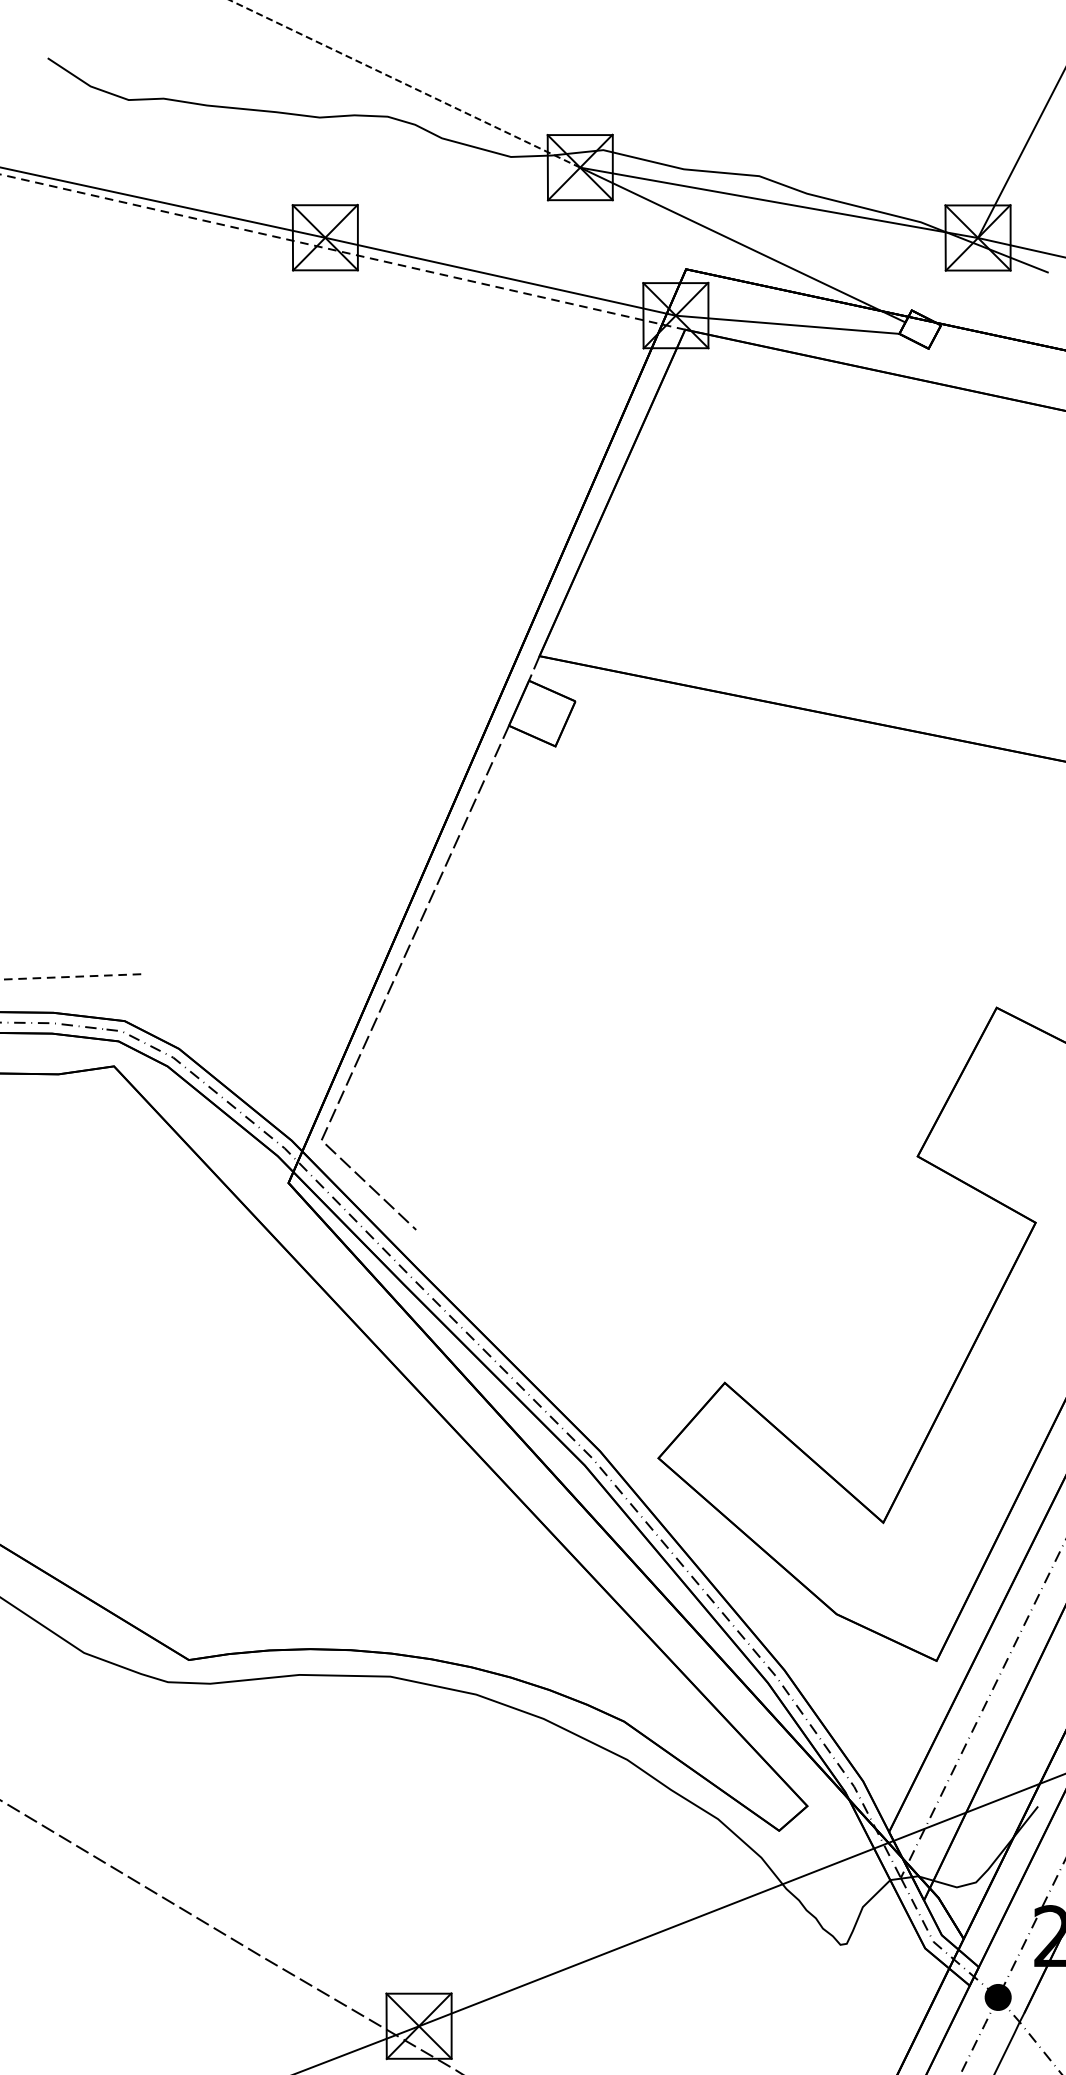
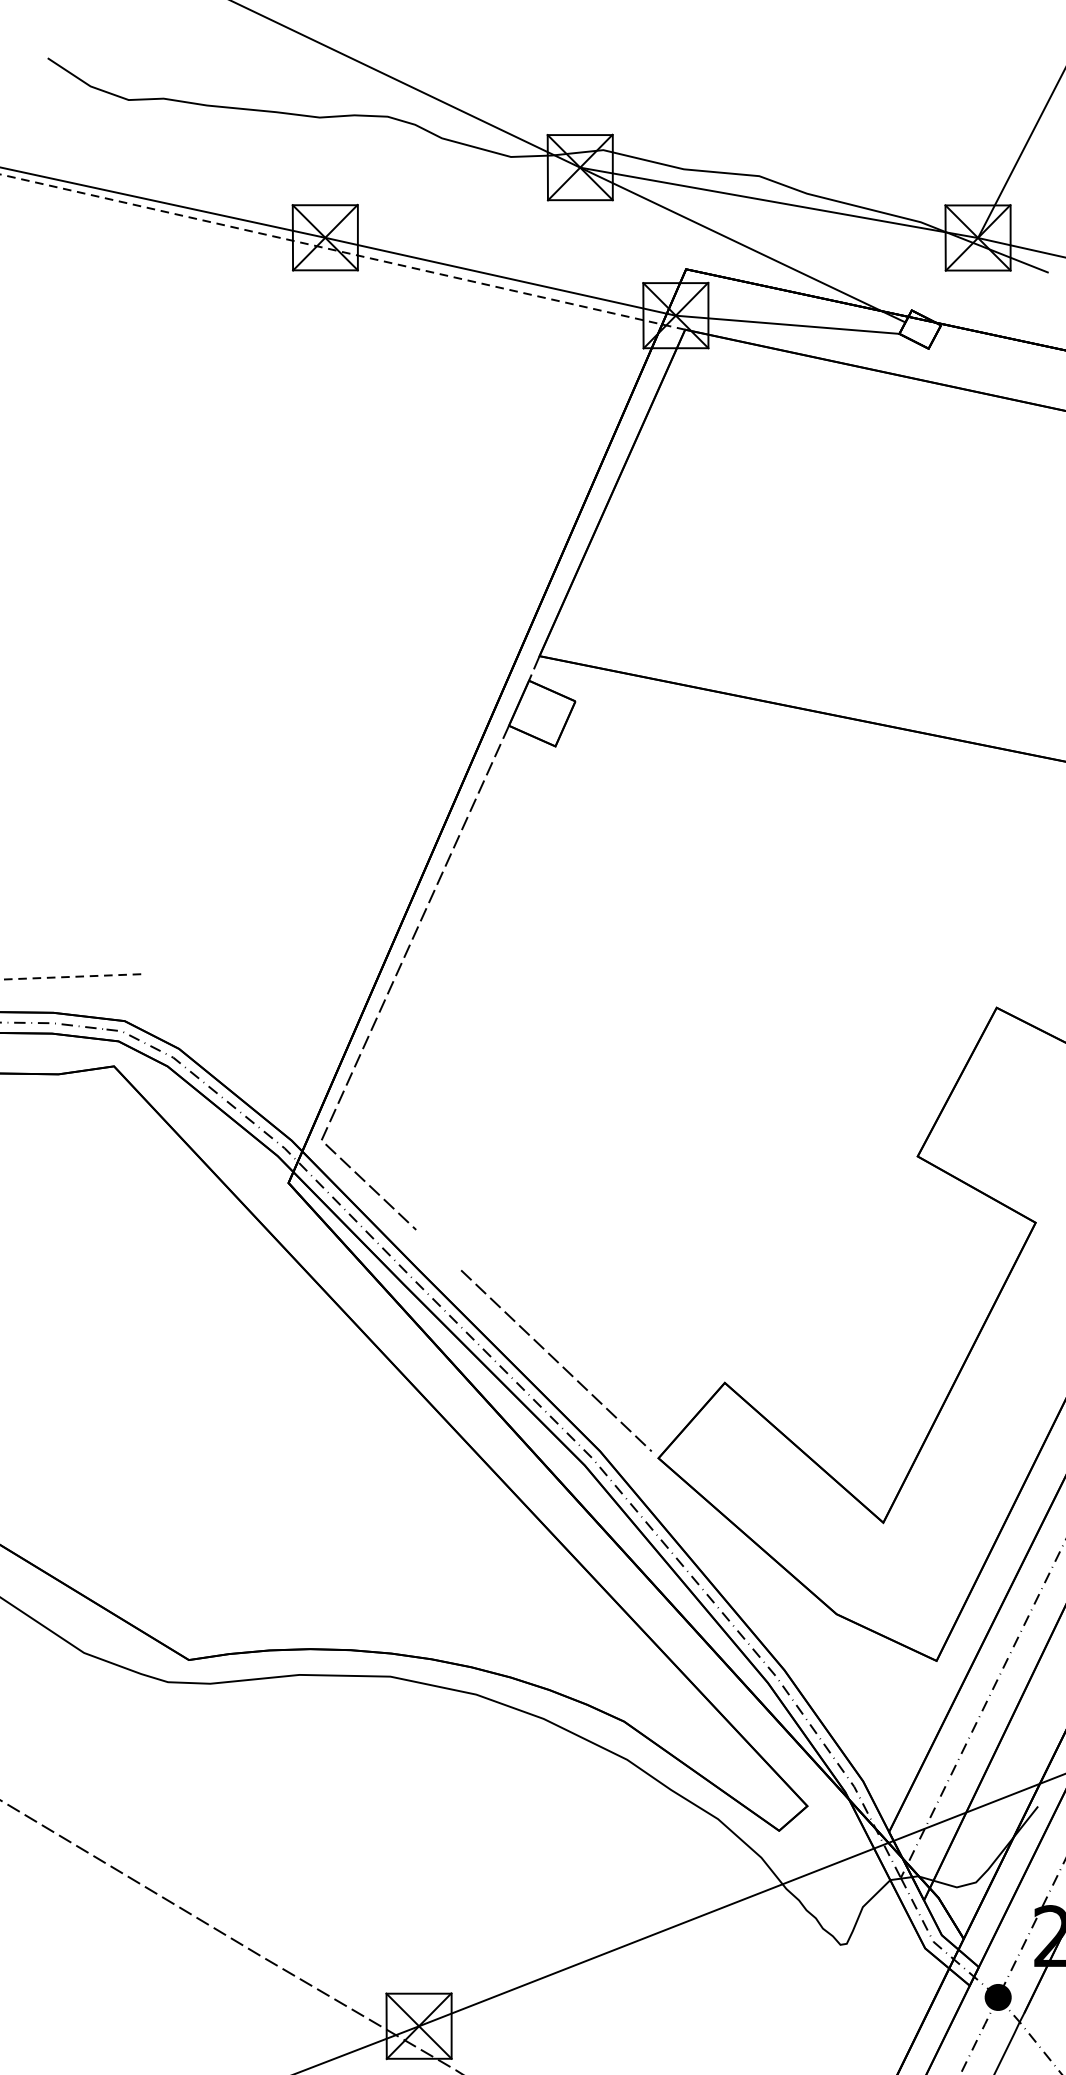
line at (404, 83): dashed -> solid
line at (556, 1360): none -> present
